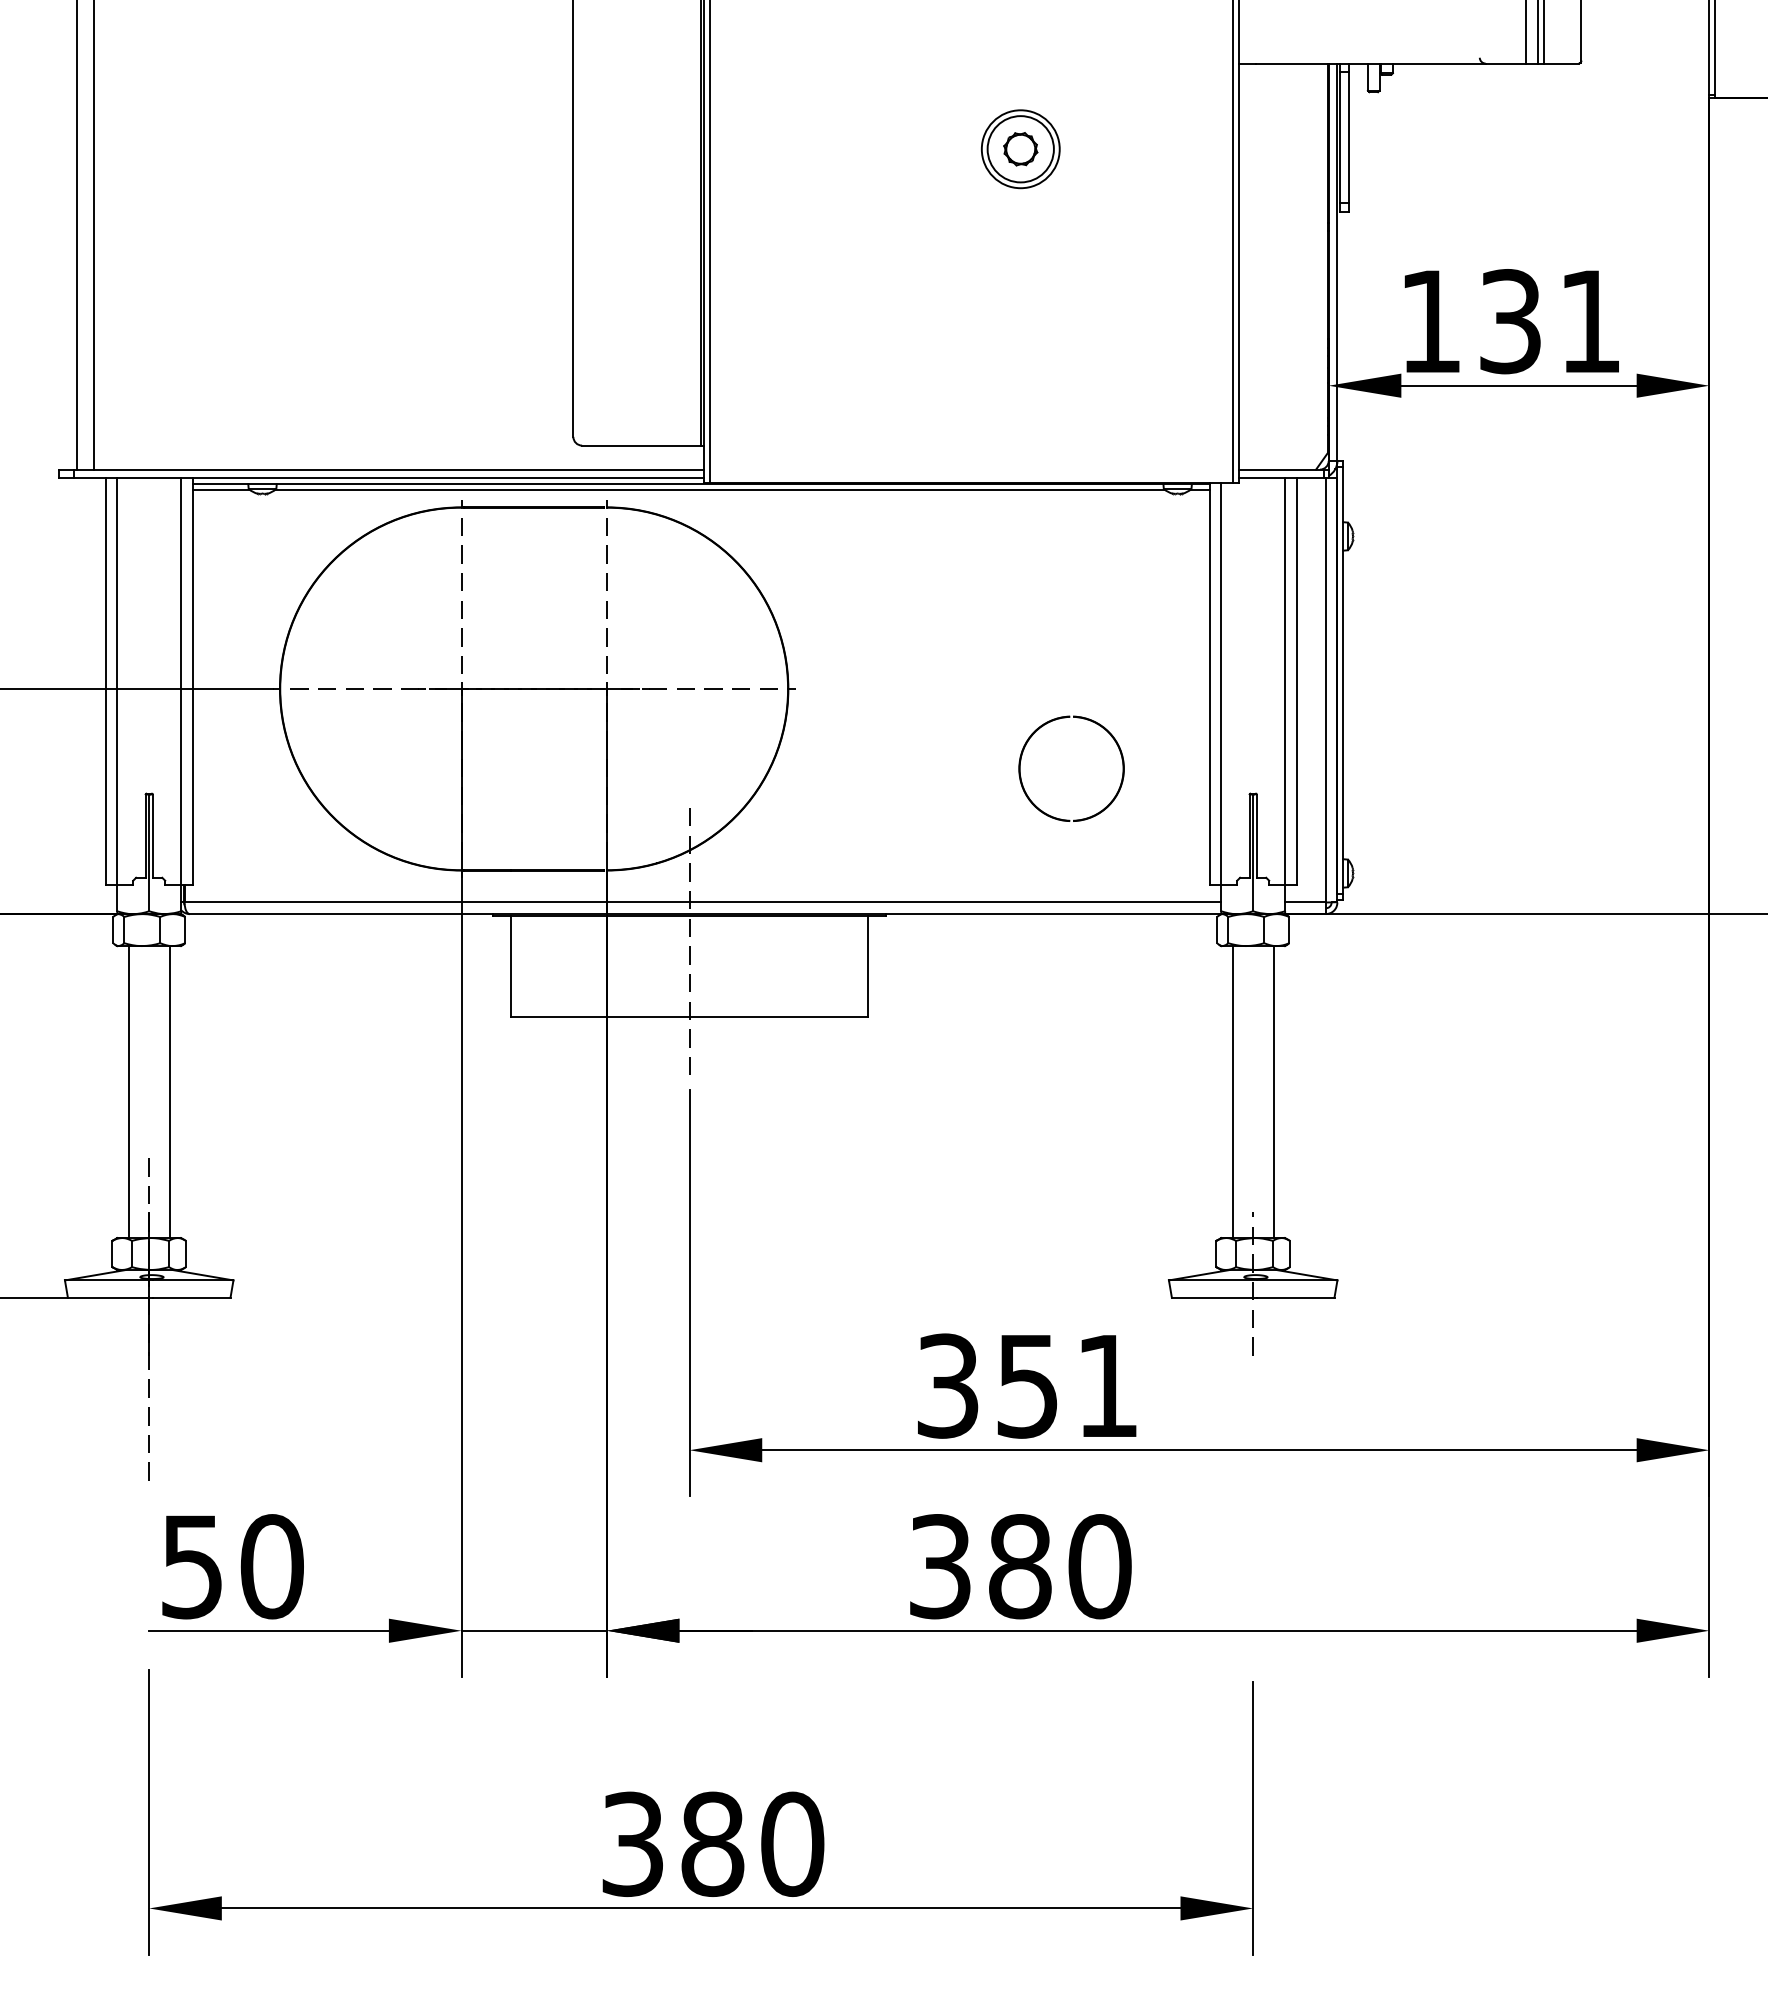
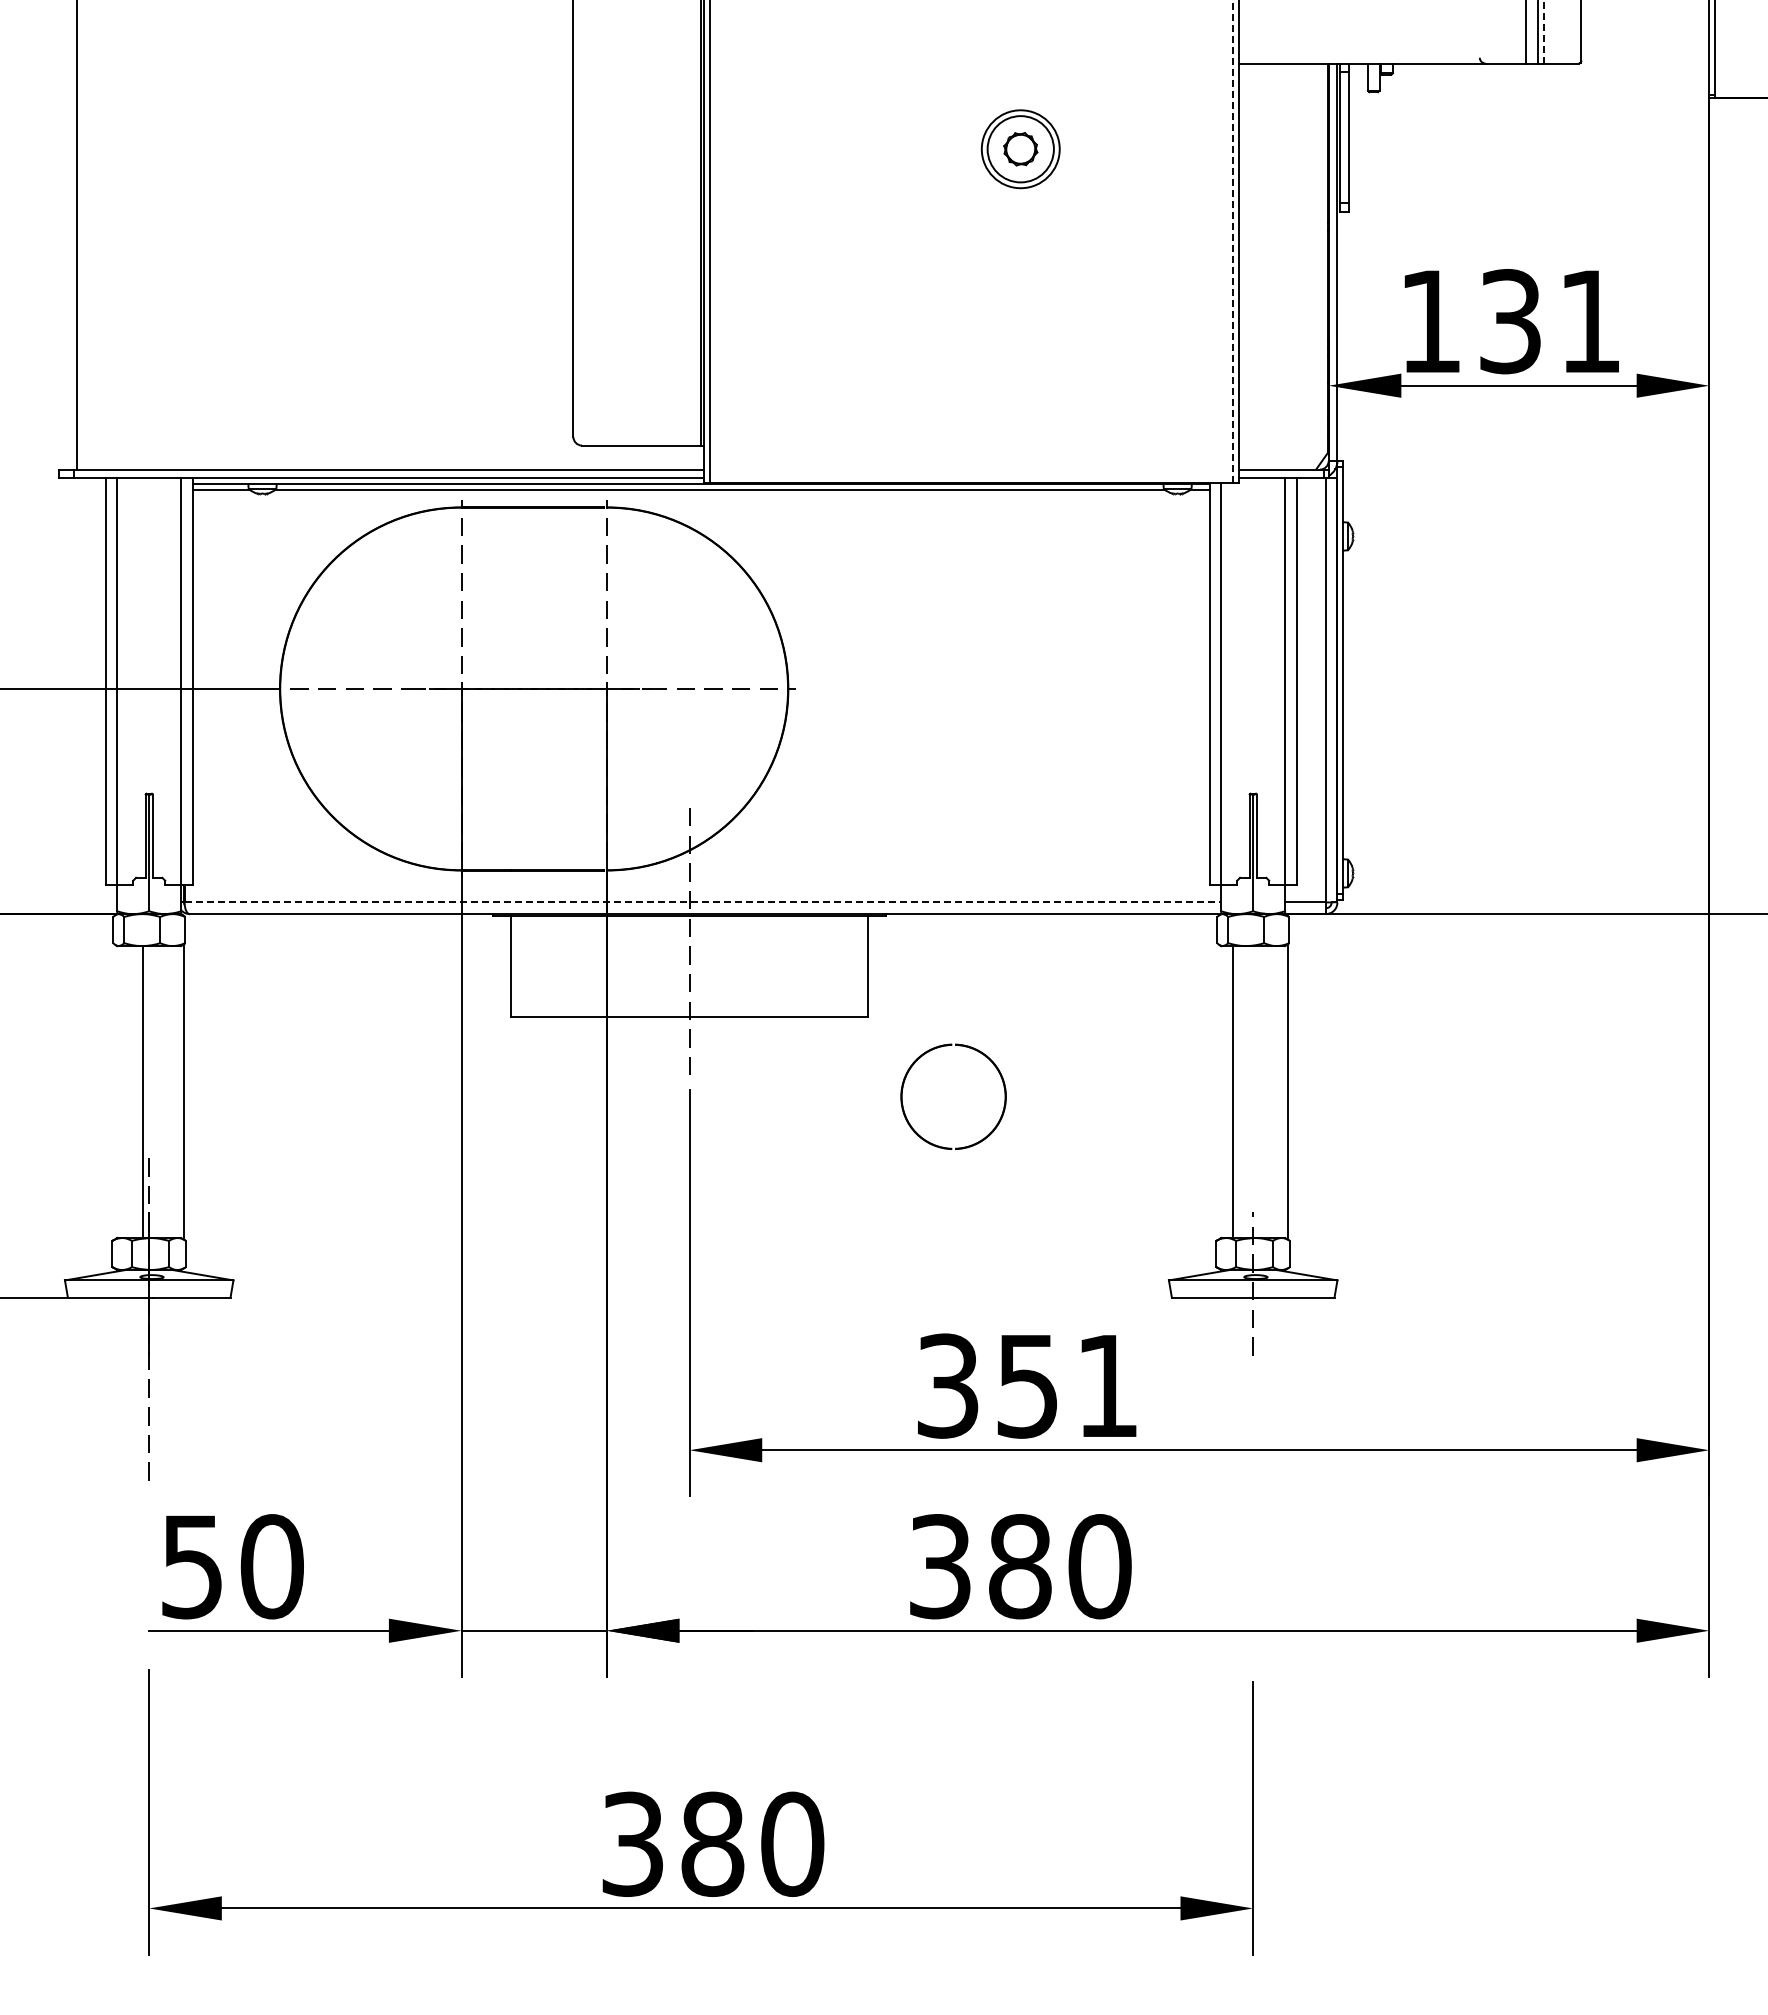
line at (1543, 31): solid -> dashed
line at (94, 235): present -> none
line at (1232, 241): solid -> dashed
part at (1056, 720) position: (1056, 720) -> (938, 1048)
line at (703, 902): solid -> dashed
line at (128, 1092) position: (128, 1092) -> (142, 1092)
line at (169, 1092) position: (169, 1092) -> (183, 1092)
line at (1273, 1092) position: (1273, 1092) -> (1287, 1092)
